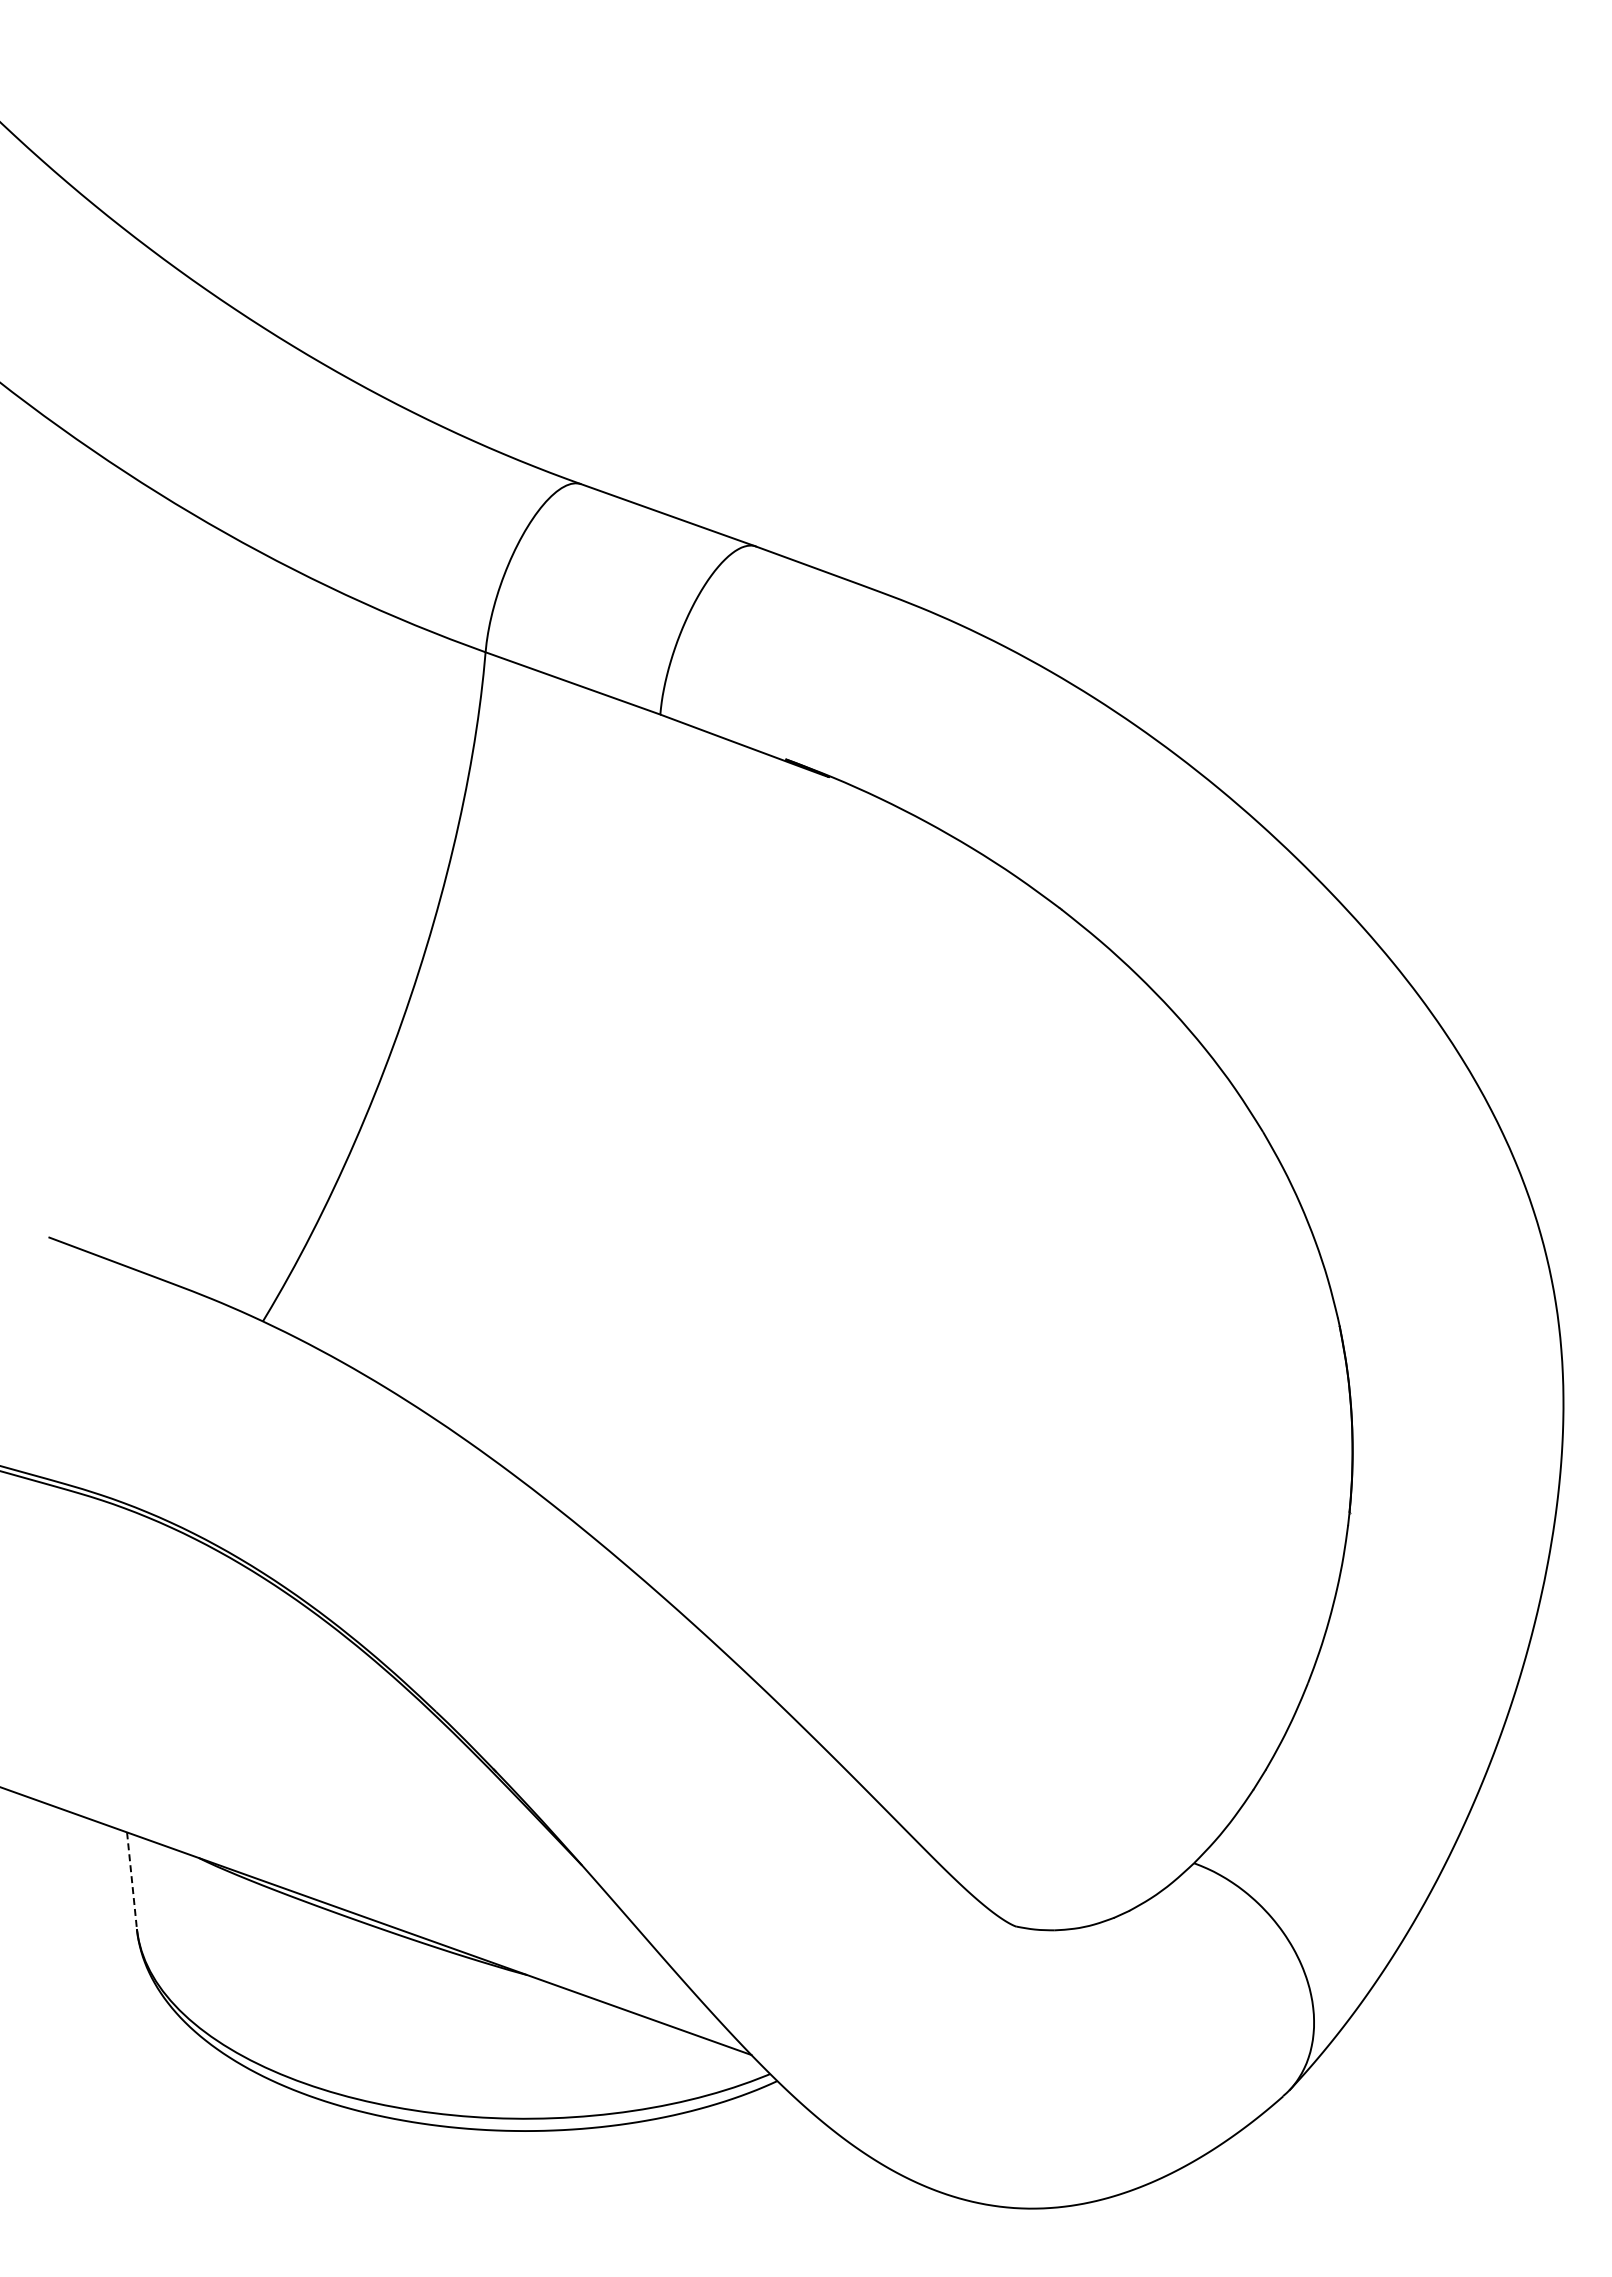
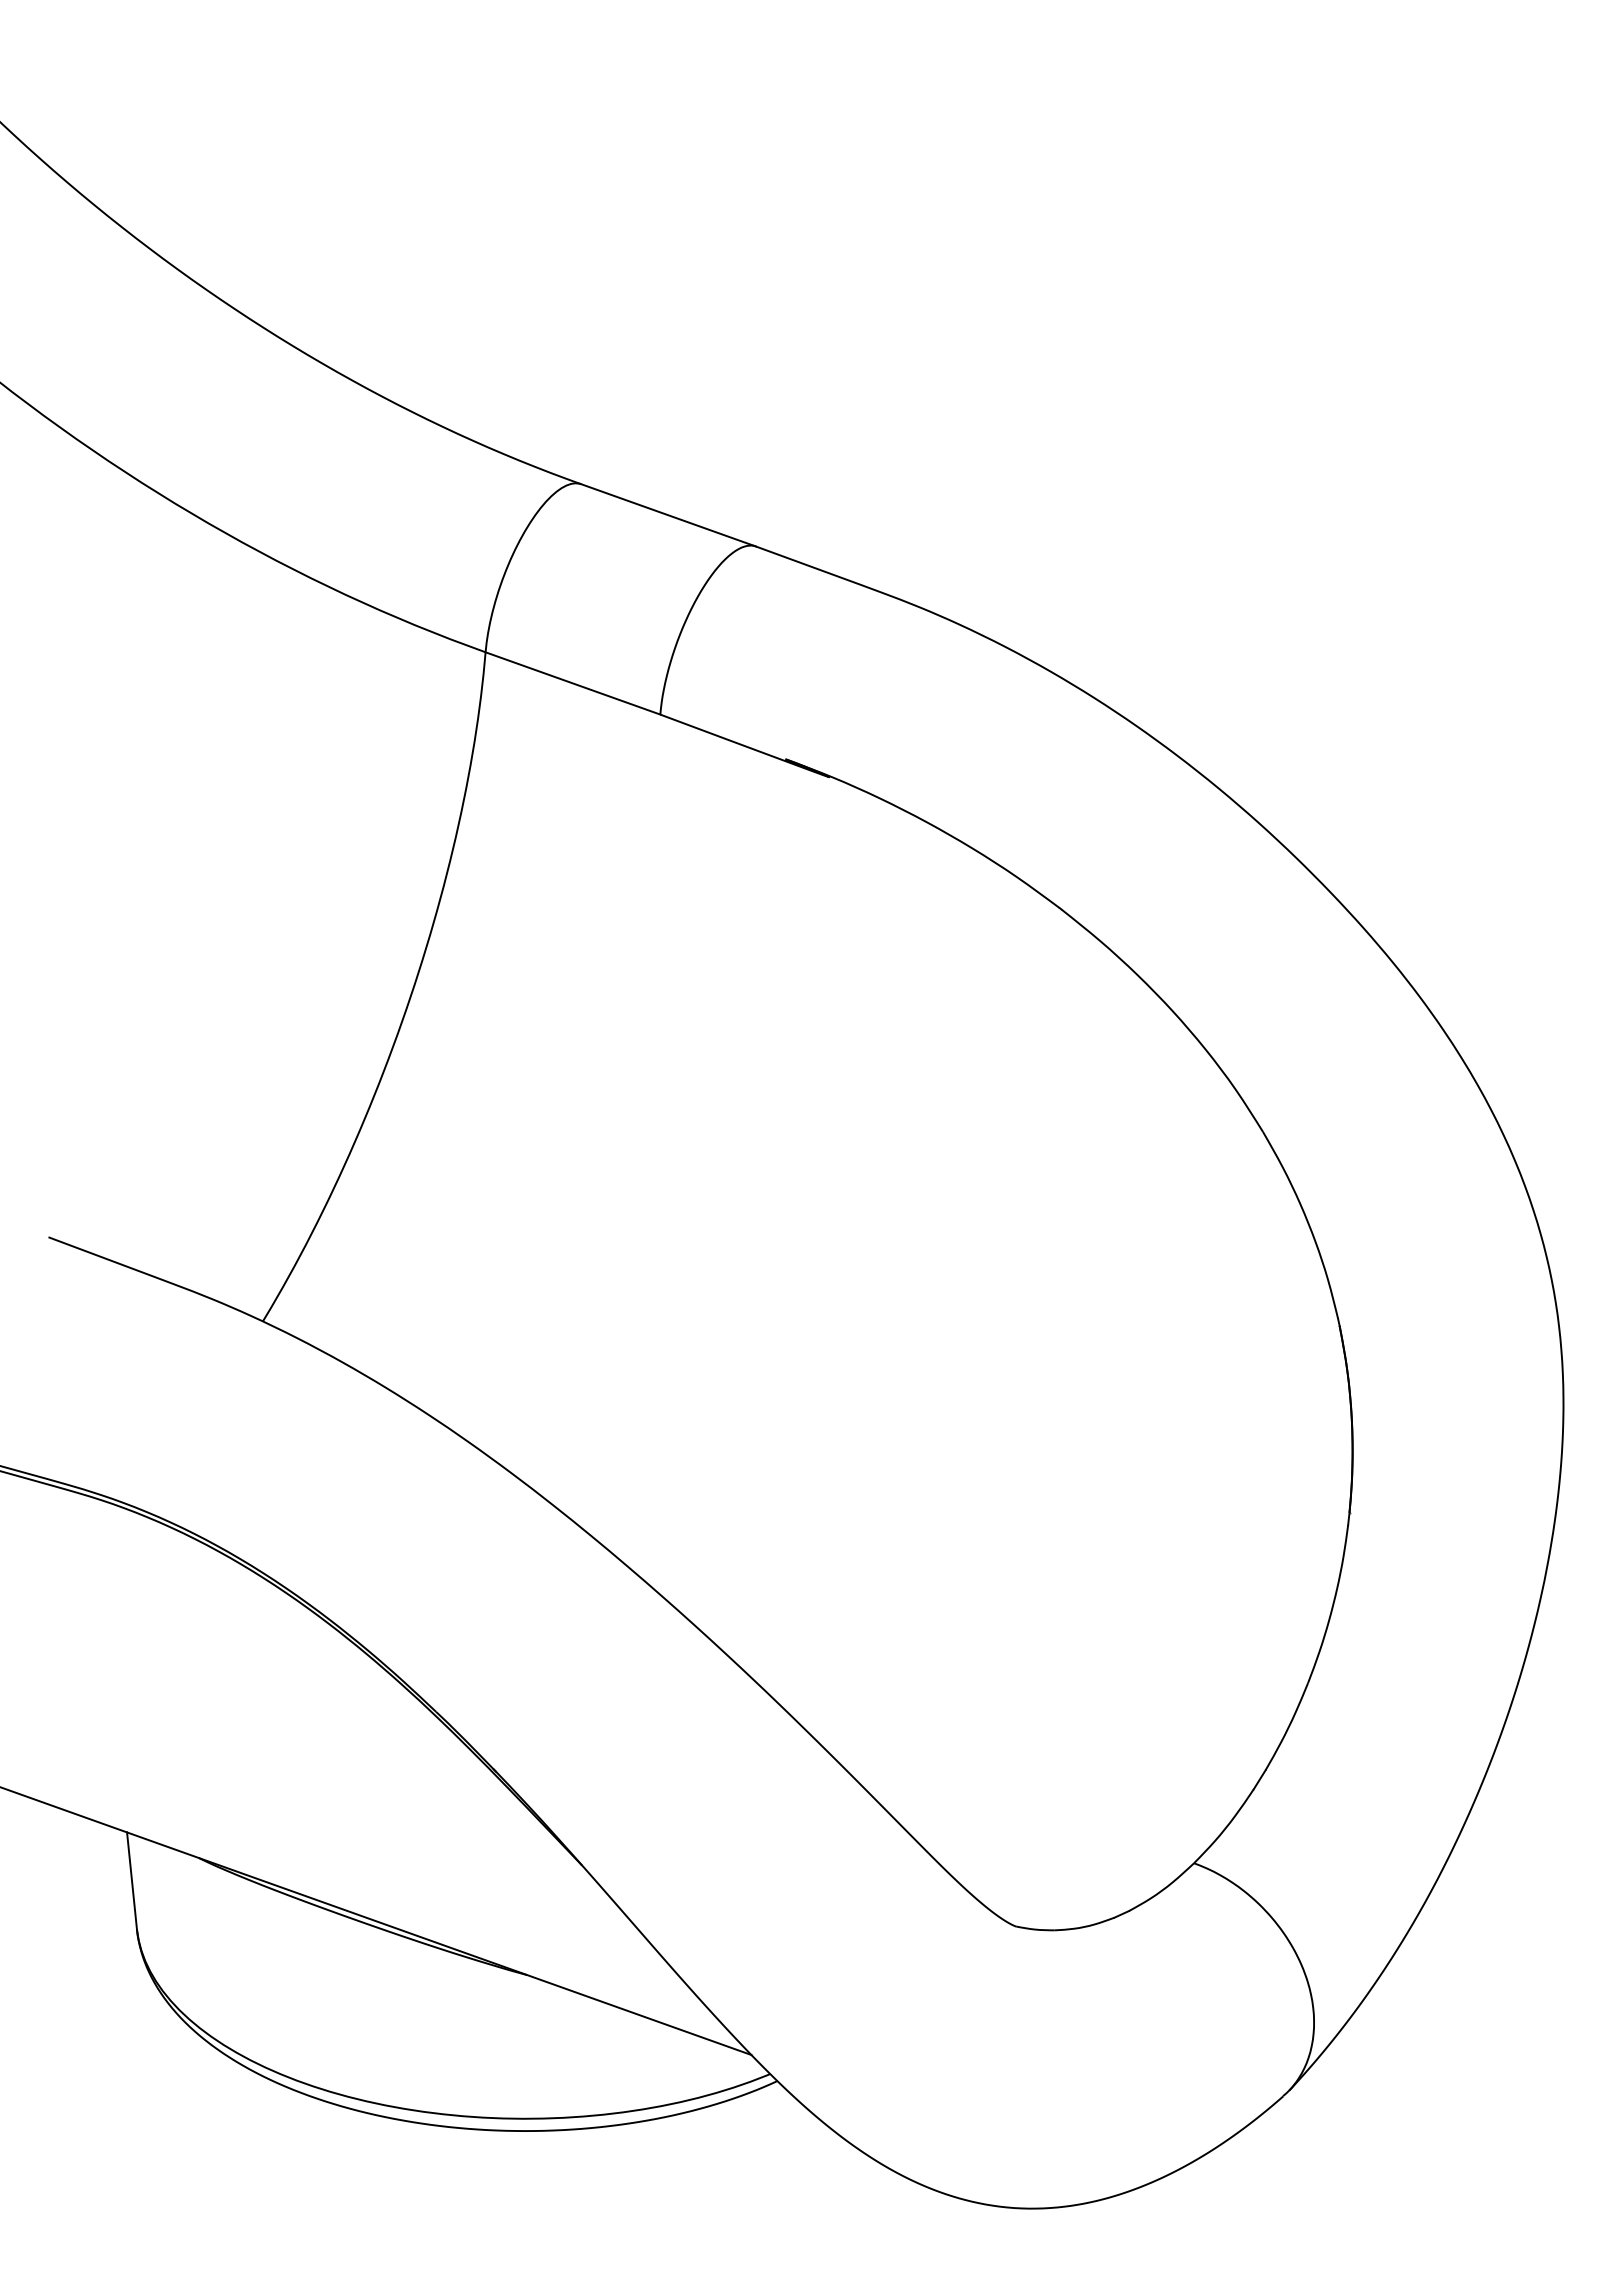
line at (131, 1880): dashed -> solid
